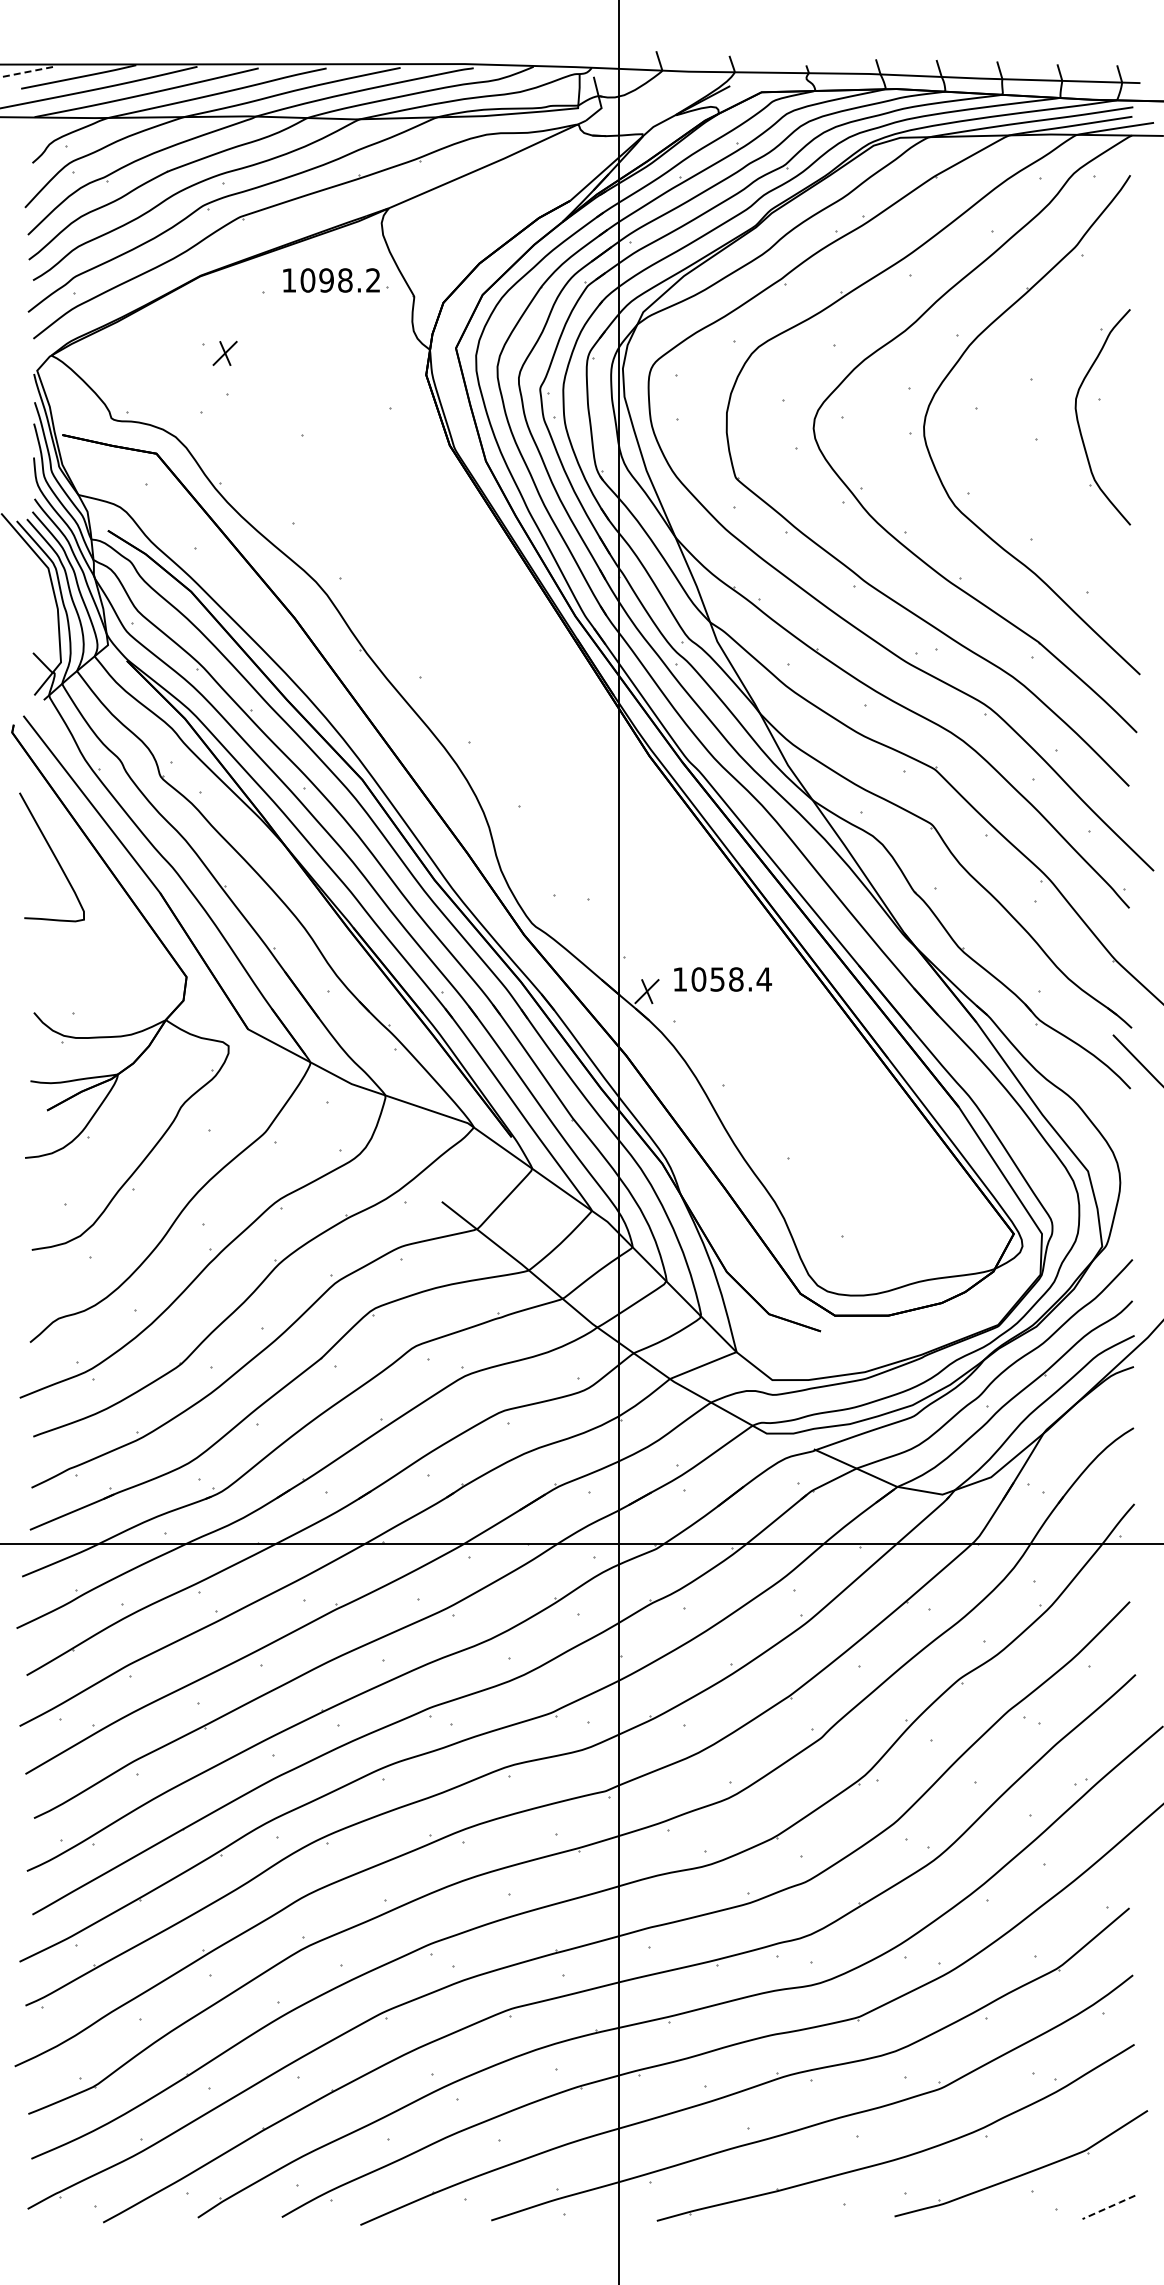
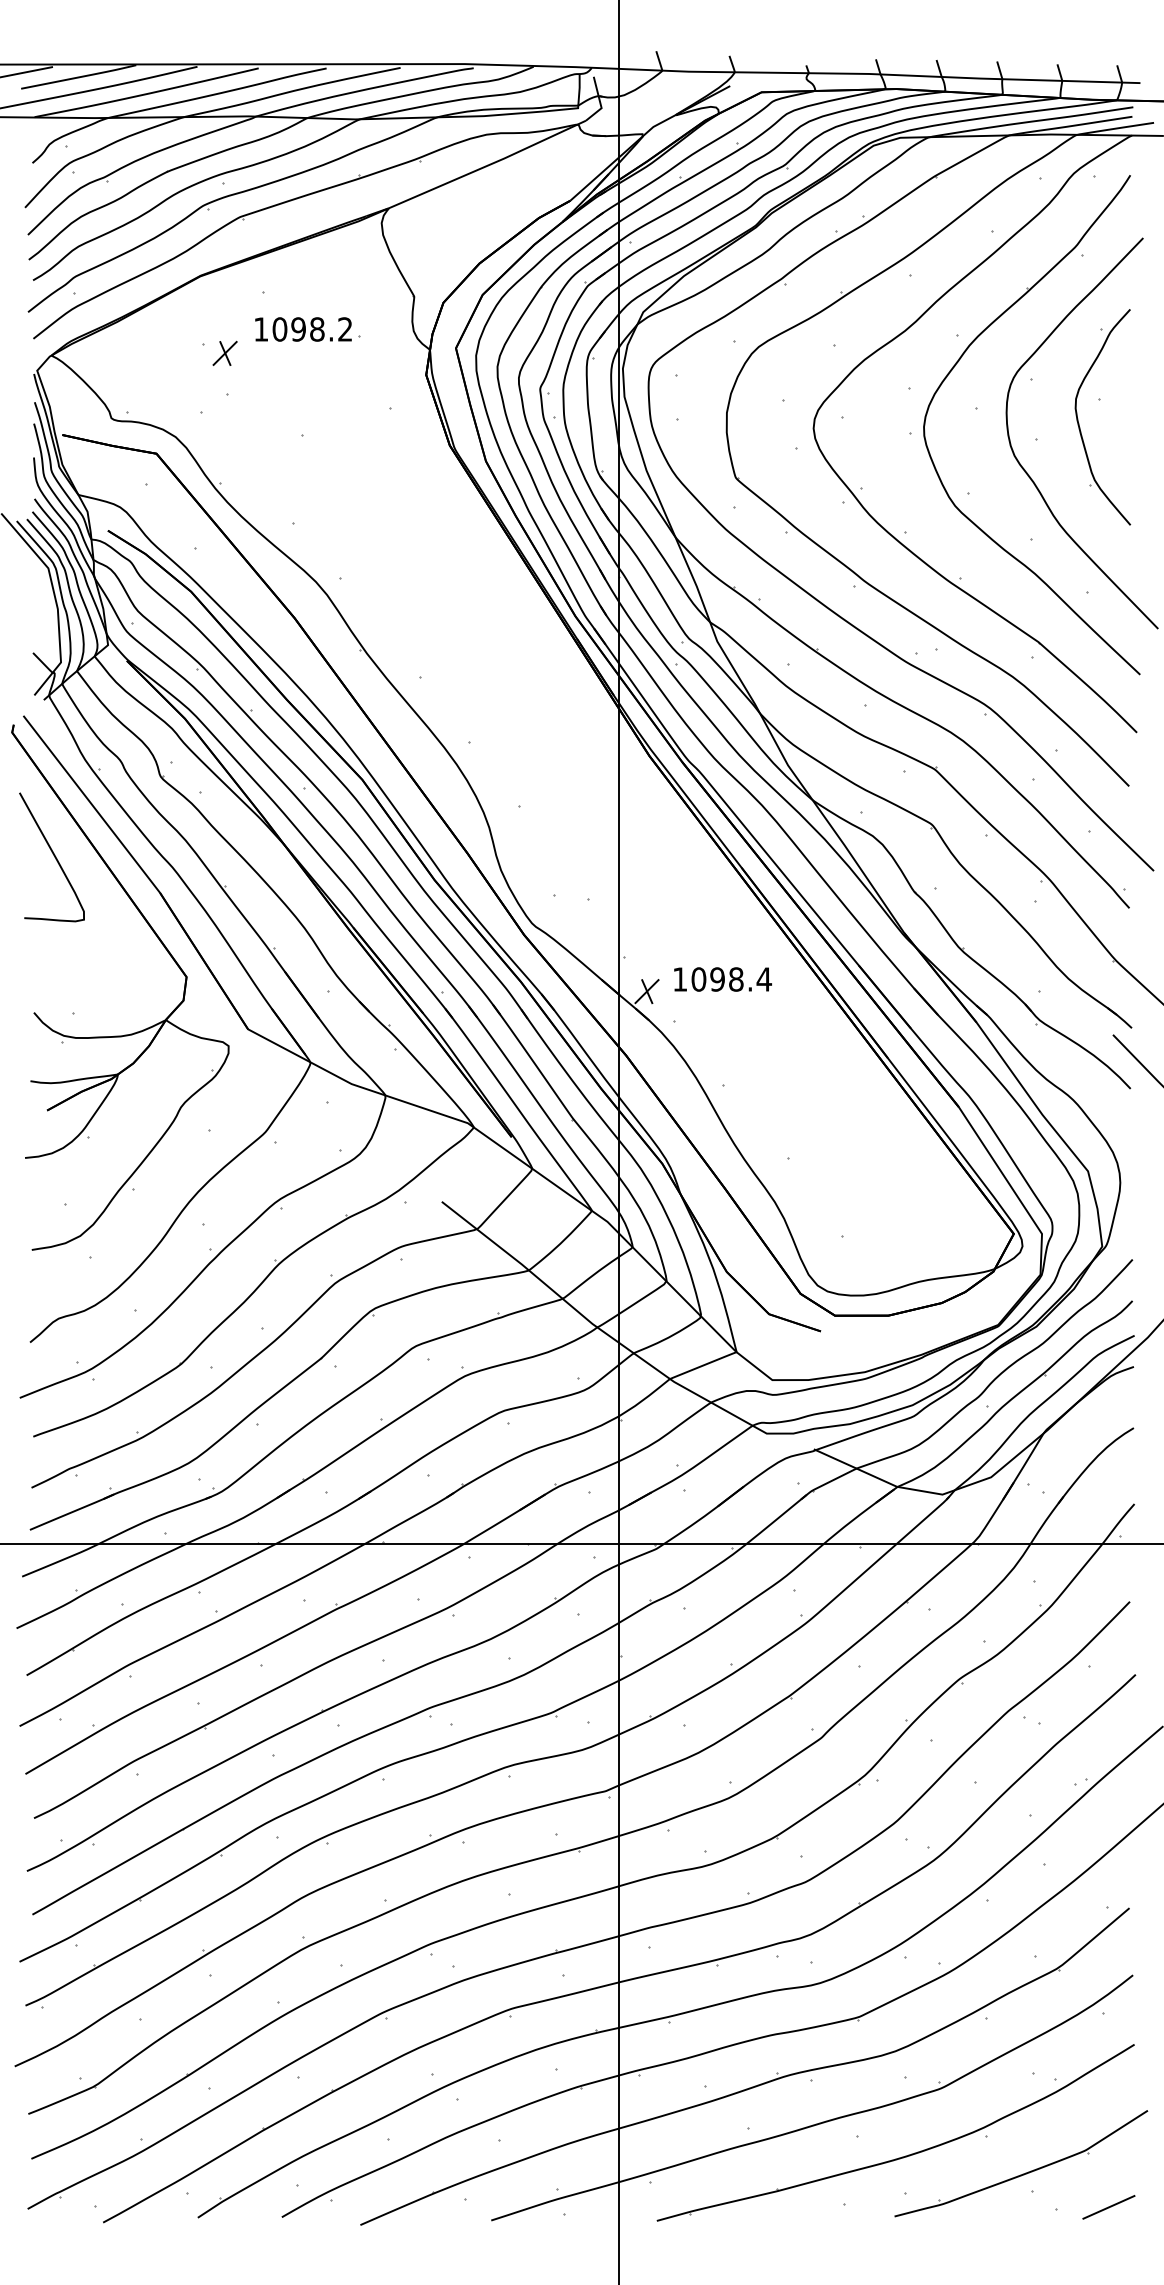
line at (26, 72): dashed -> solid
part at (335, 280) position: (335, 280) -> (307, 329)
curve at (1028, 473): none -> present
text at (717, 979): 1058.4 -> 1098.4
line at (1109, 2207): dashed -> solid
